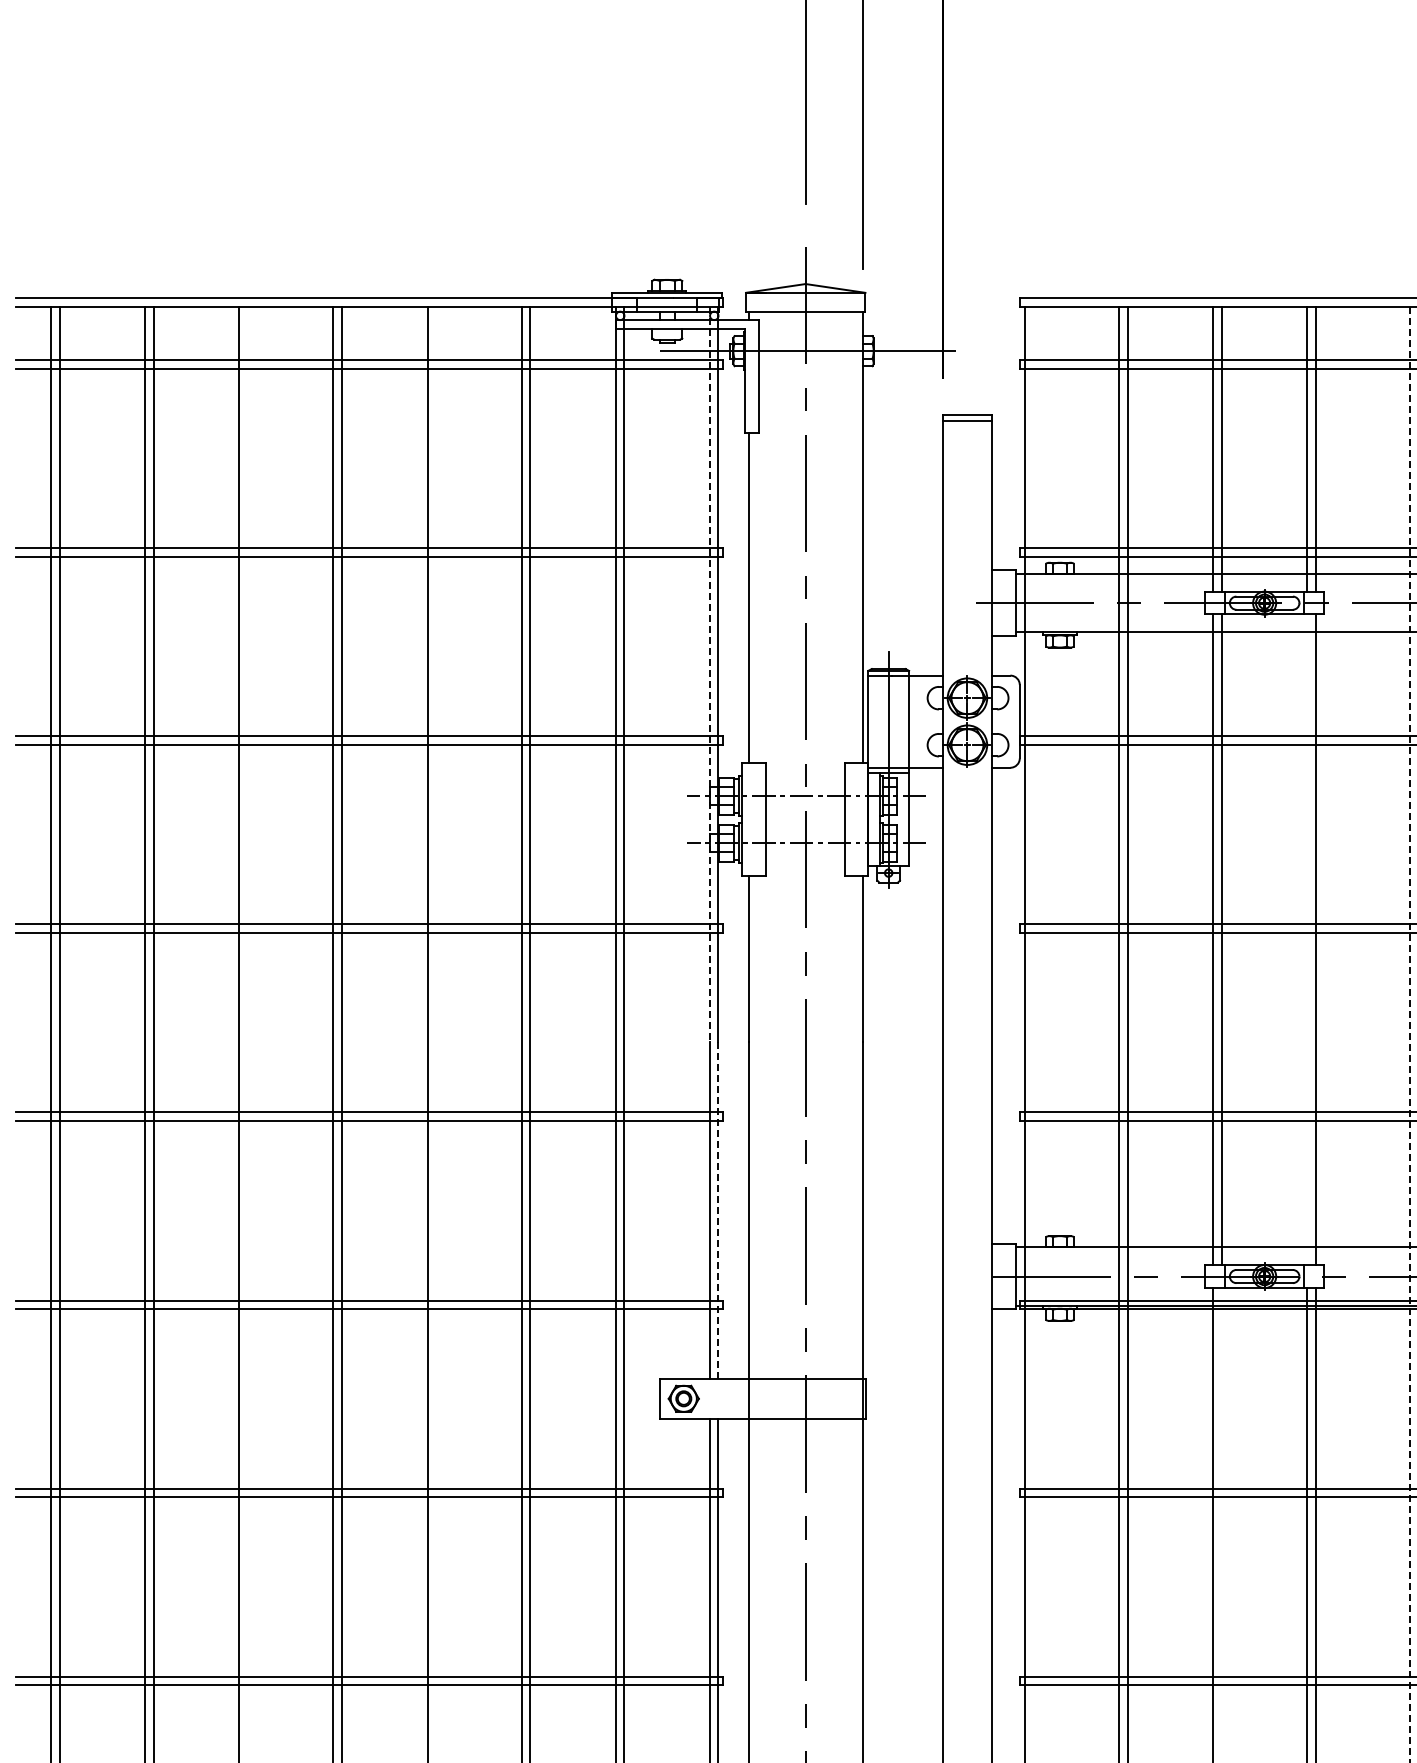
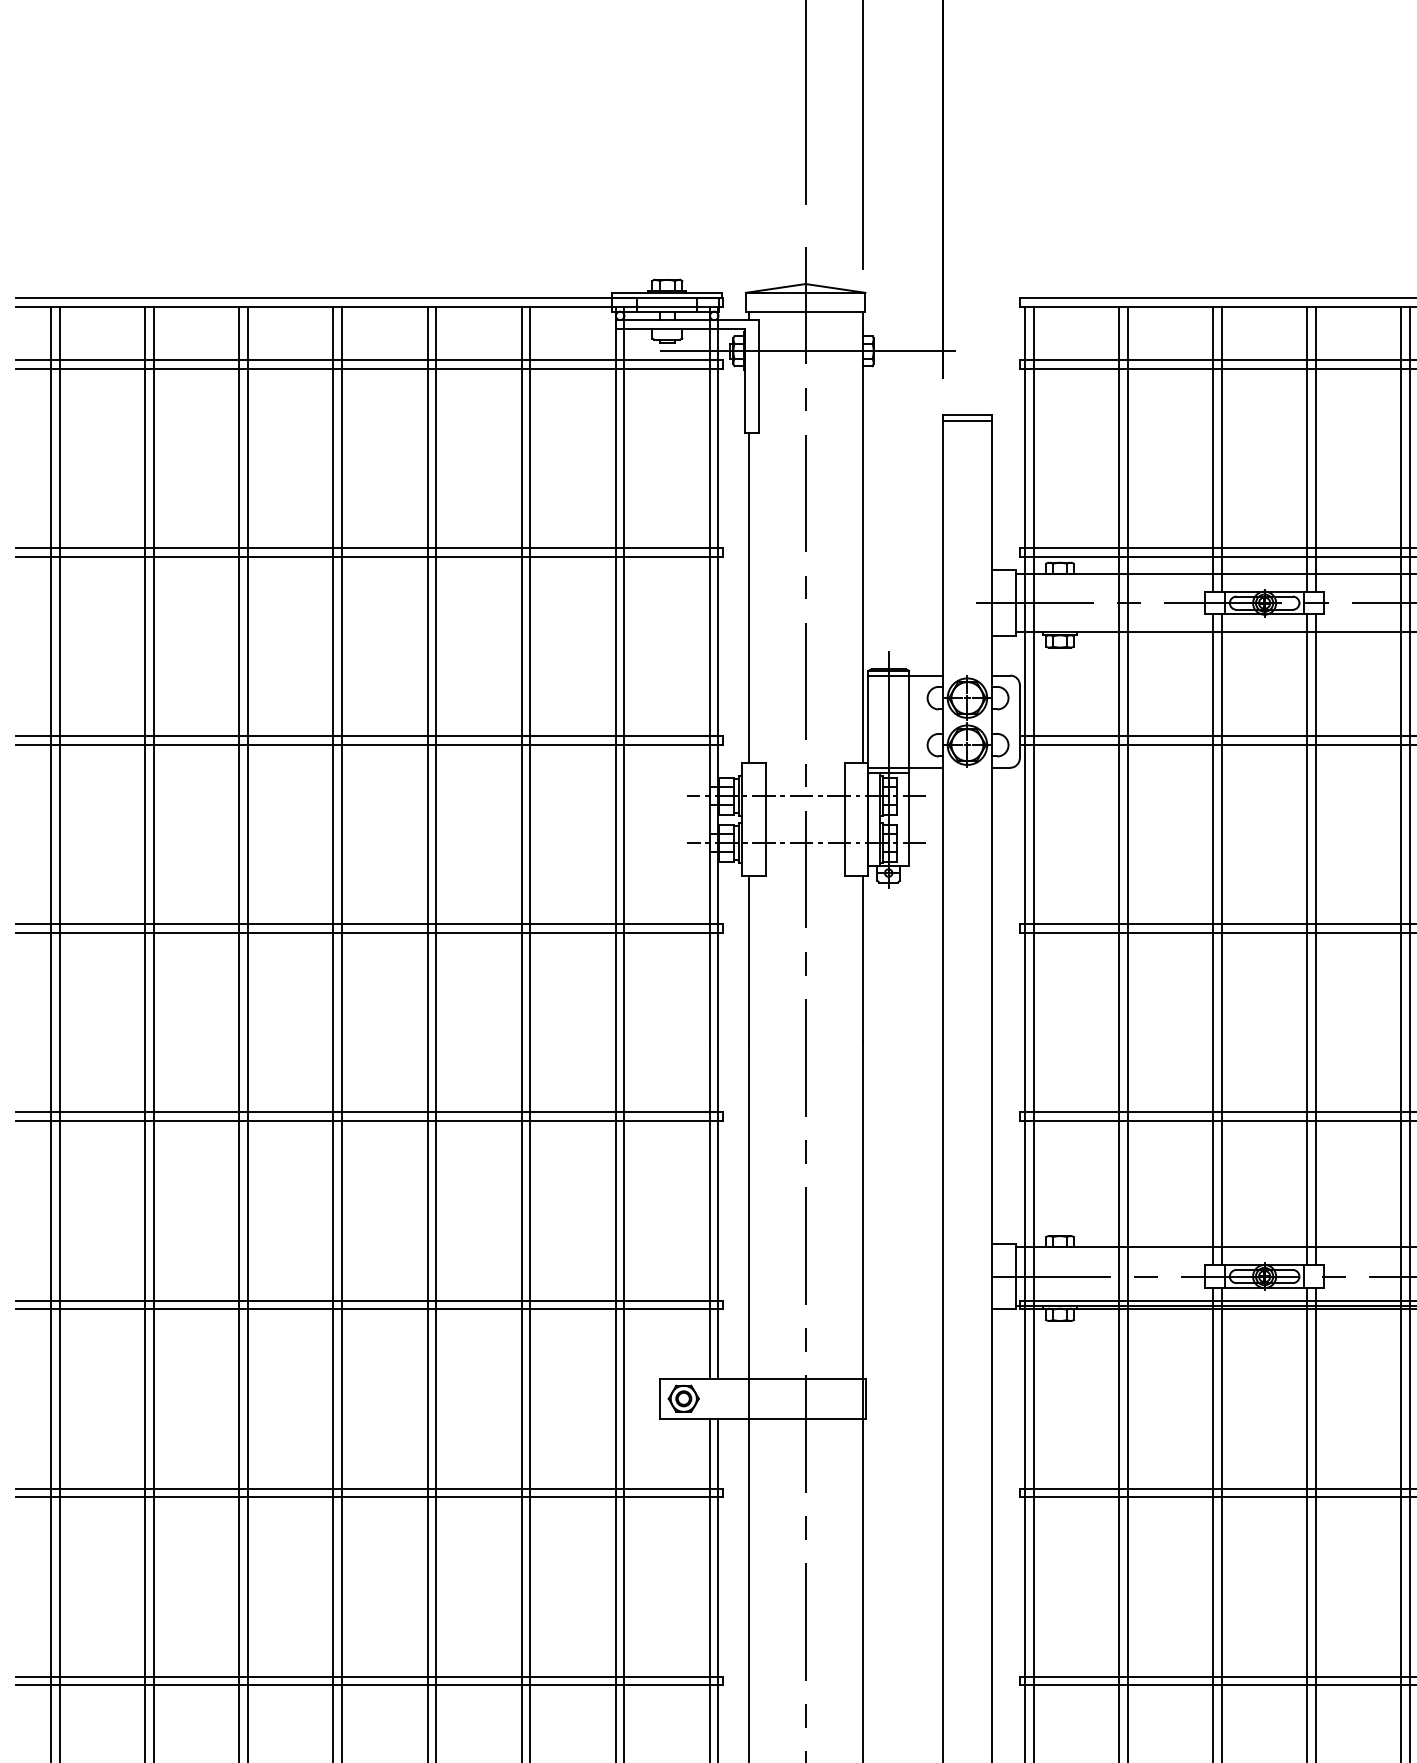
line at (709, 674): dashed -> solid
line at (1307, 939): none -> present
line at (247, 1032): none -> present
line at (436, 1032): none -> present
line at (1033, 1032): none -> present
line at (1401, 1032): none -> present
line at (1409, 1034): dashed -> solid
line at (718, 1210): dashed -> solid
line at (1221, 1523): none -> present
